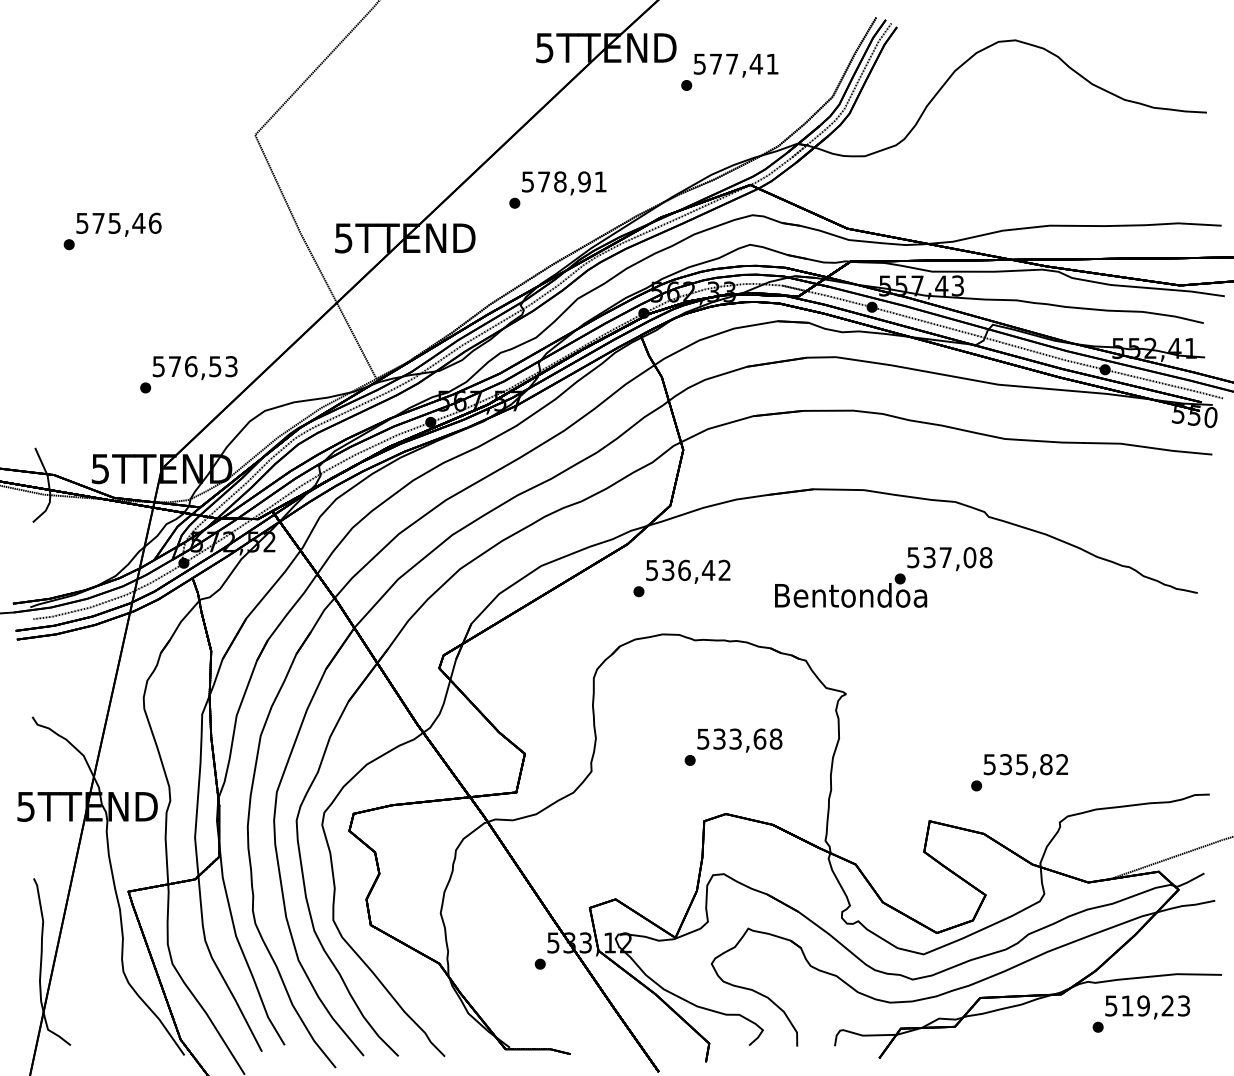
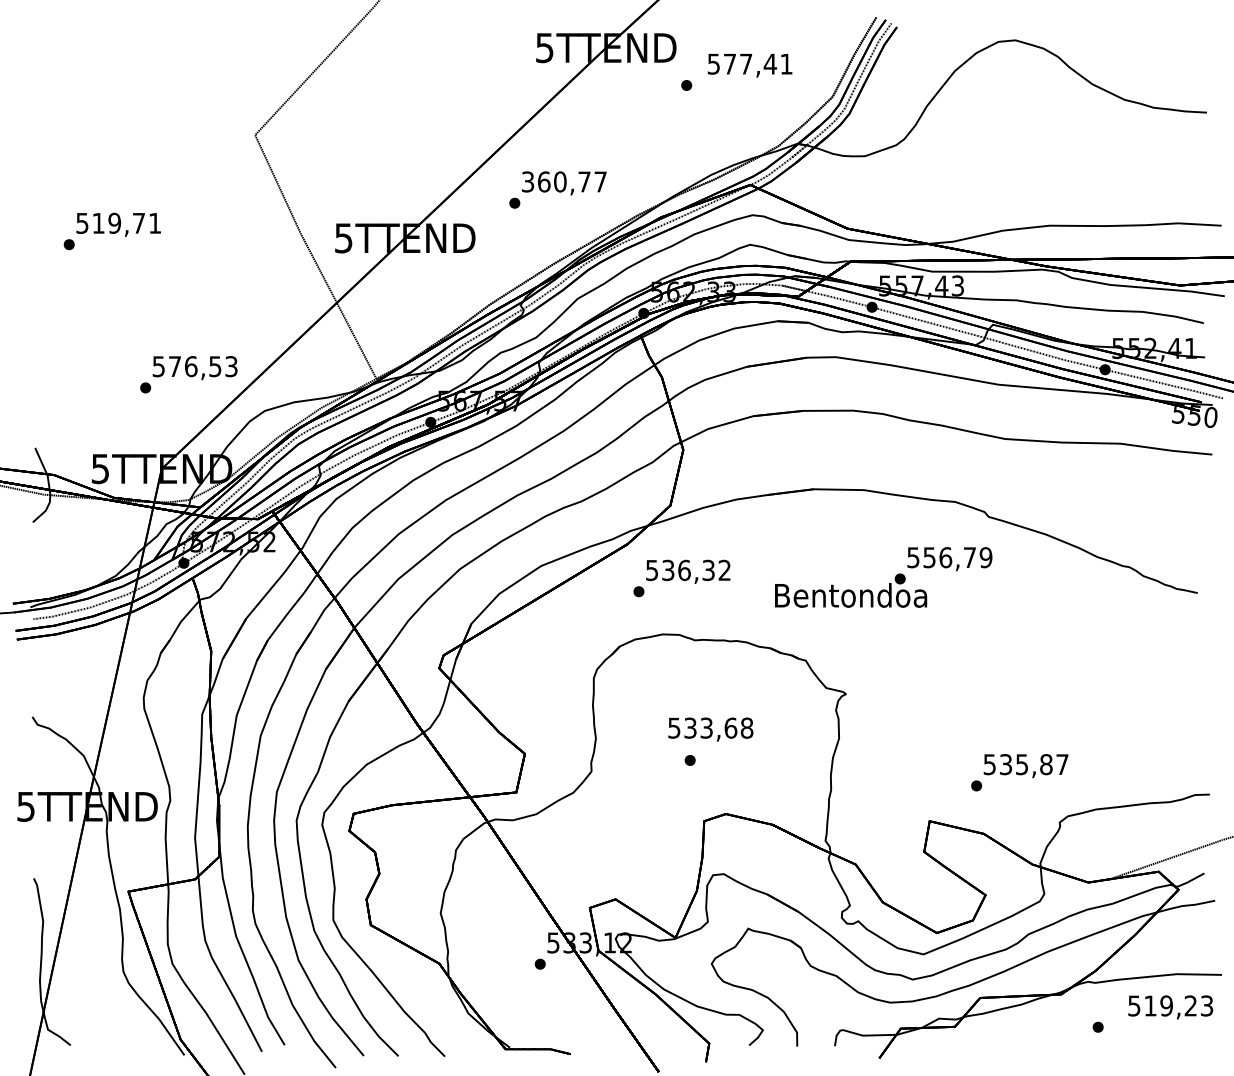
text at (735, 65) position: (735, 65) -> (749, 65)
text at (564, 181): 578,91 -> 360,77
text at (126, 222): 575,46 -> 519,71
text at (958, 557): 537,08 -> 556,79
text at (708, 570): 536,42 -> 536,32
text at (739, 740) position: (739, 740) -> (710, 729)
text at (1062, 764): 535,82 -> 535,87
text at (1147, 1007) position: (1147, 1007) -> (1170, 1007)
